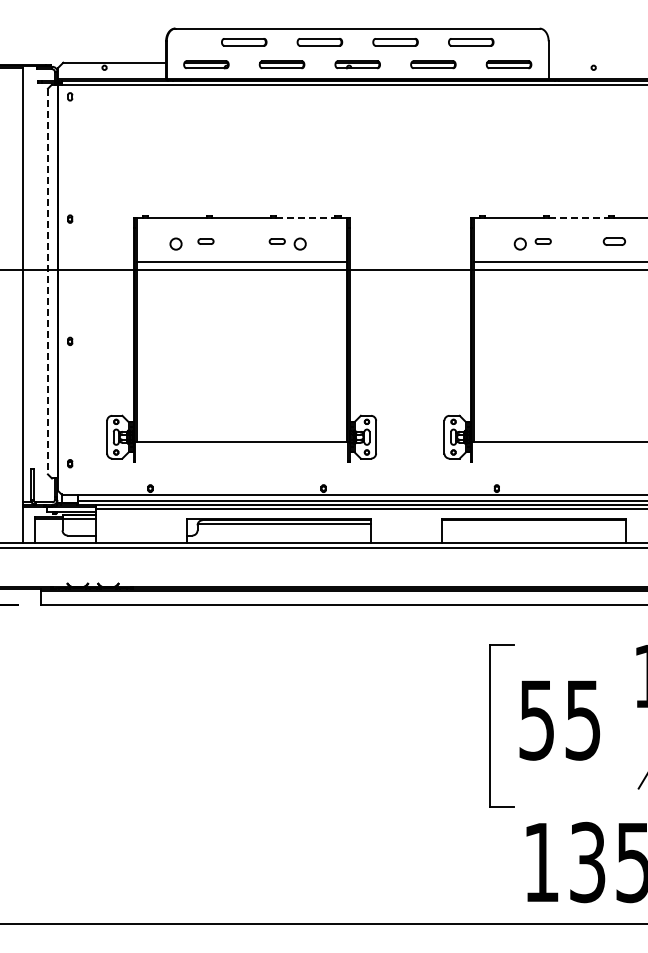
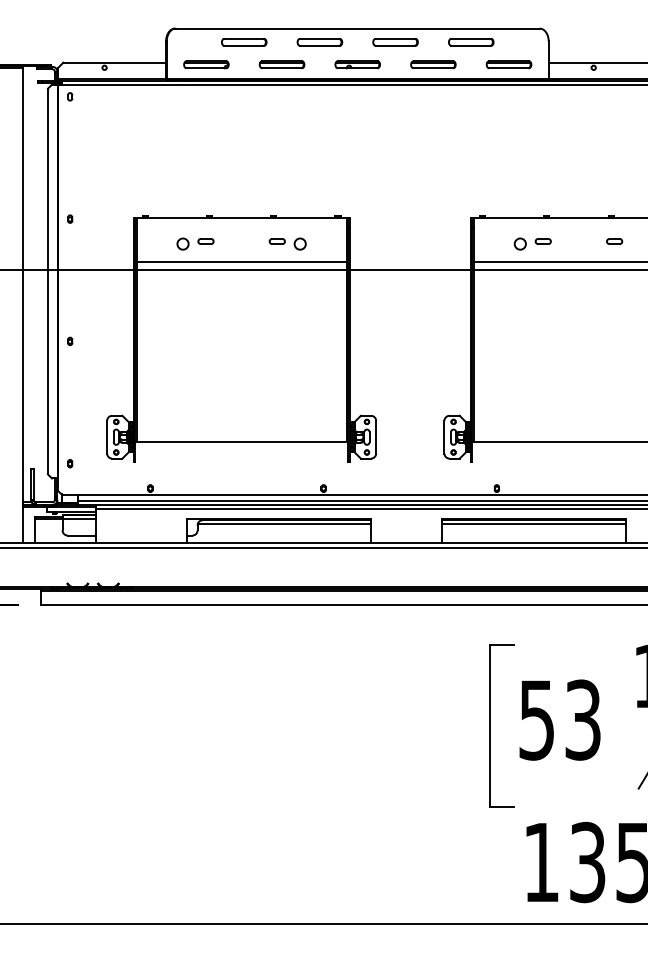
line at (596, 62): none -> present
line at (305, 218): dashed -> solid
line at (578, 218): dashed -> solid
part at (613, 241) size: 24x9 px -> 18x7 px
circle at (175, 243) position: (175, 243) -> (182, 243)
line at (47, 281): dashed -> solid
line at (533, 524): none -> present
text at (583, 719): 55 -> 53
